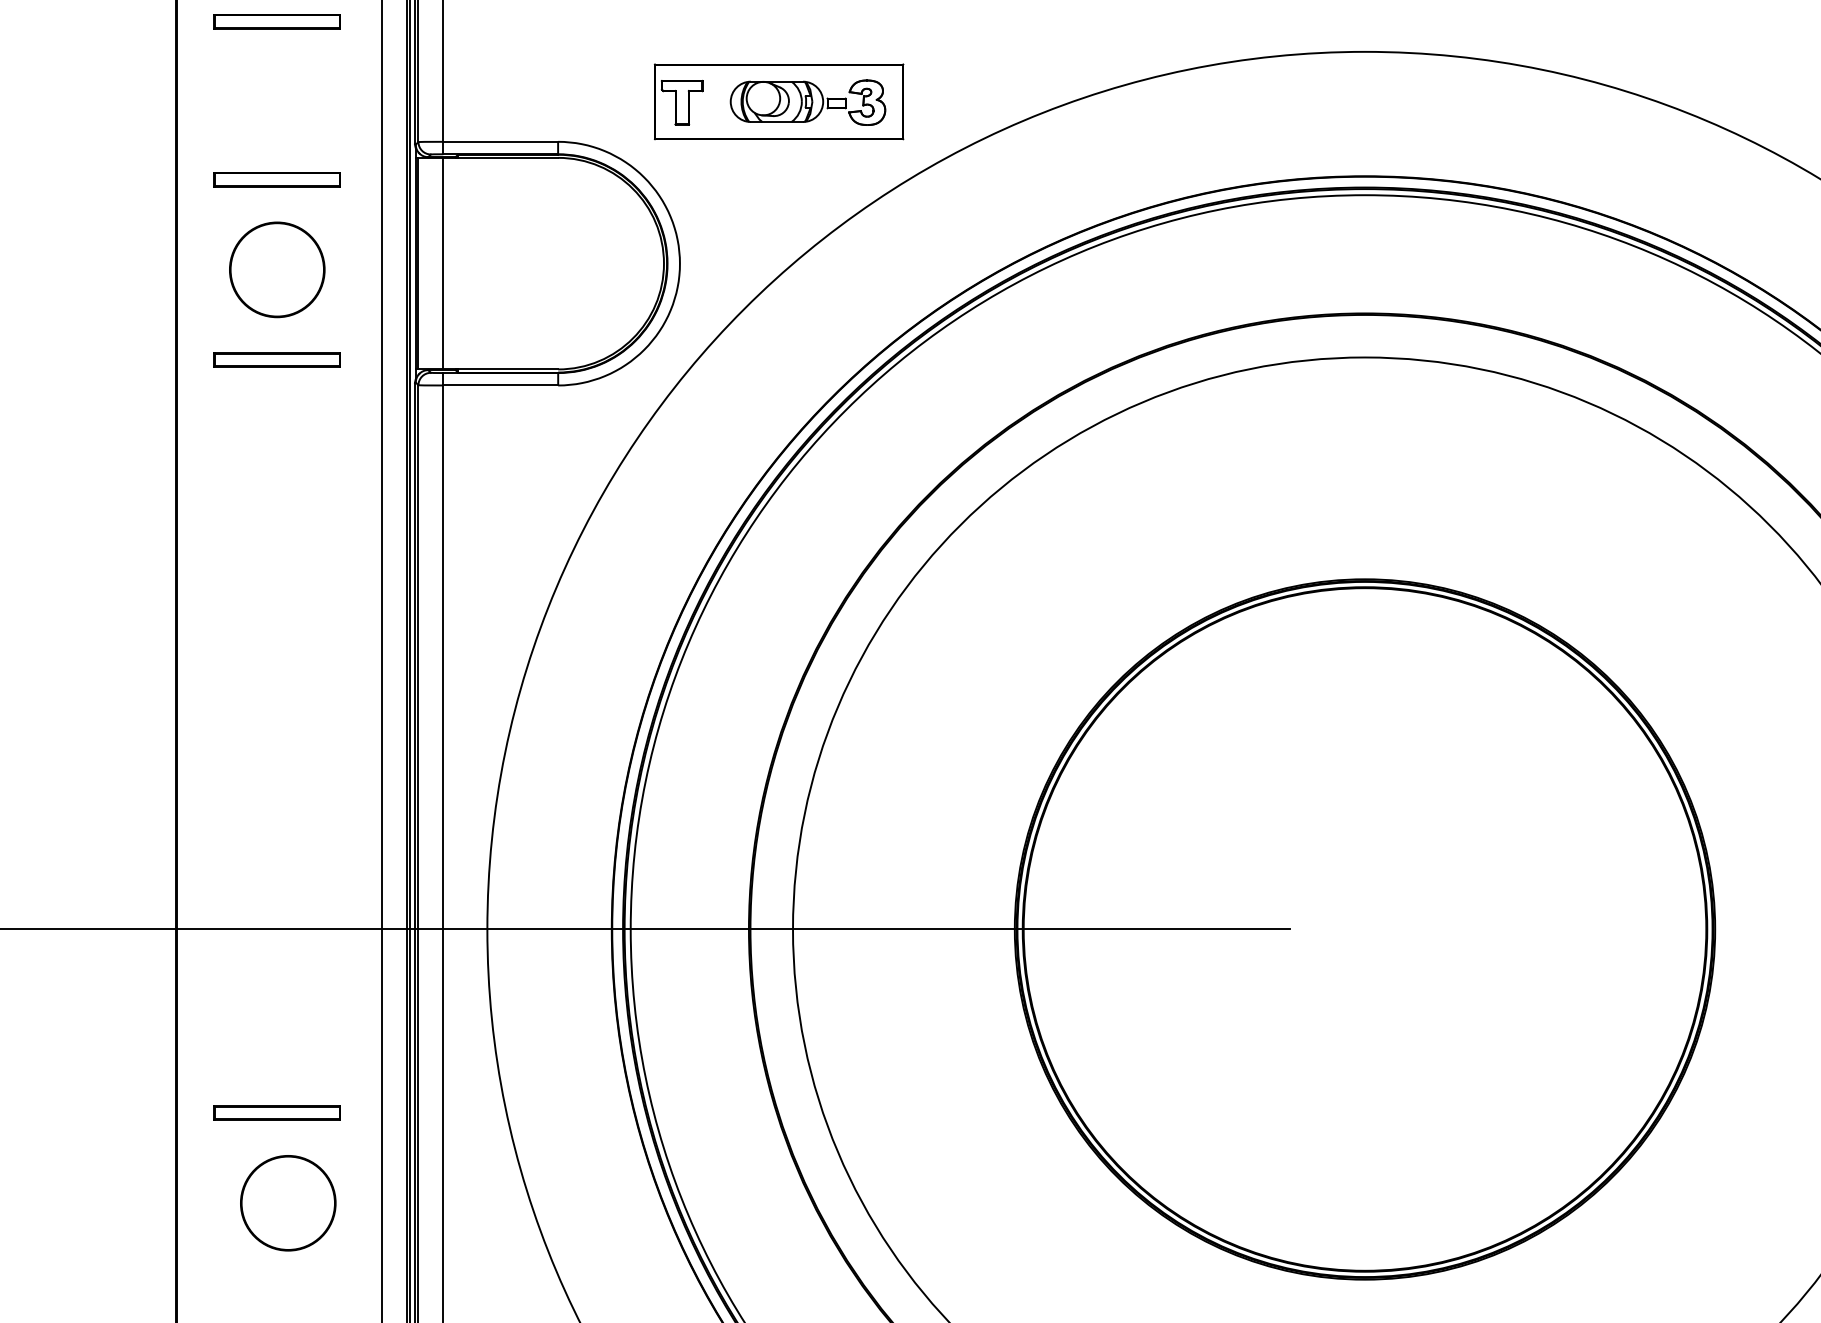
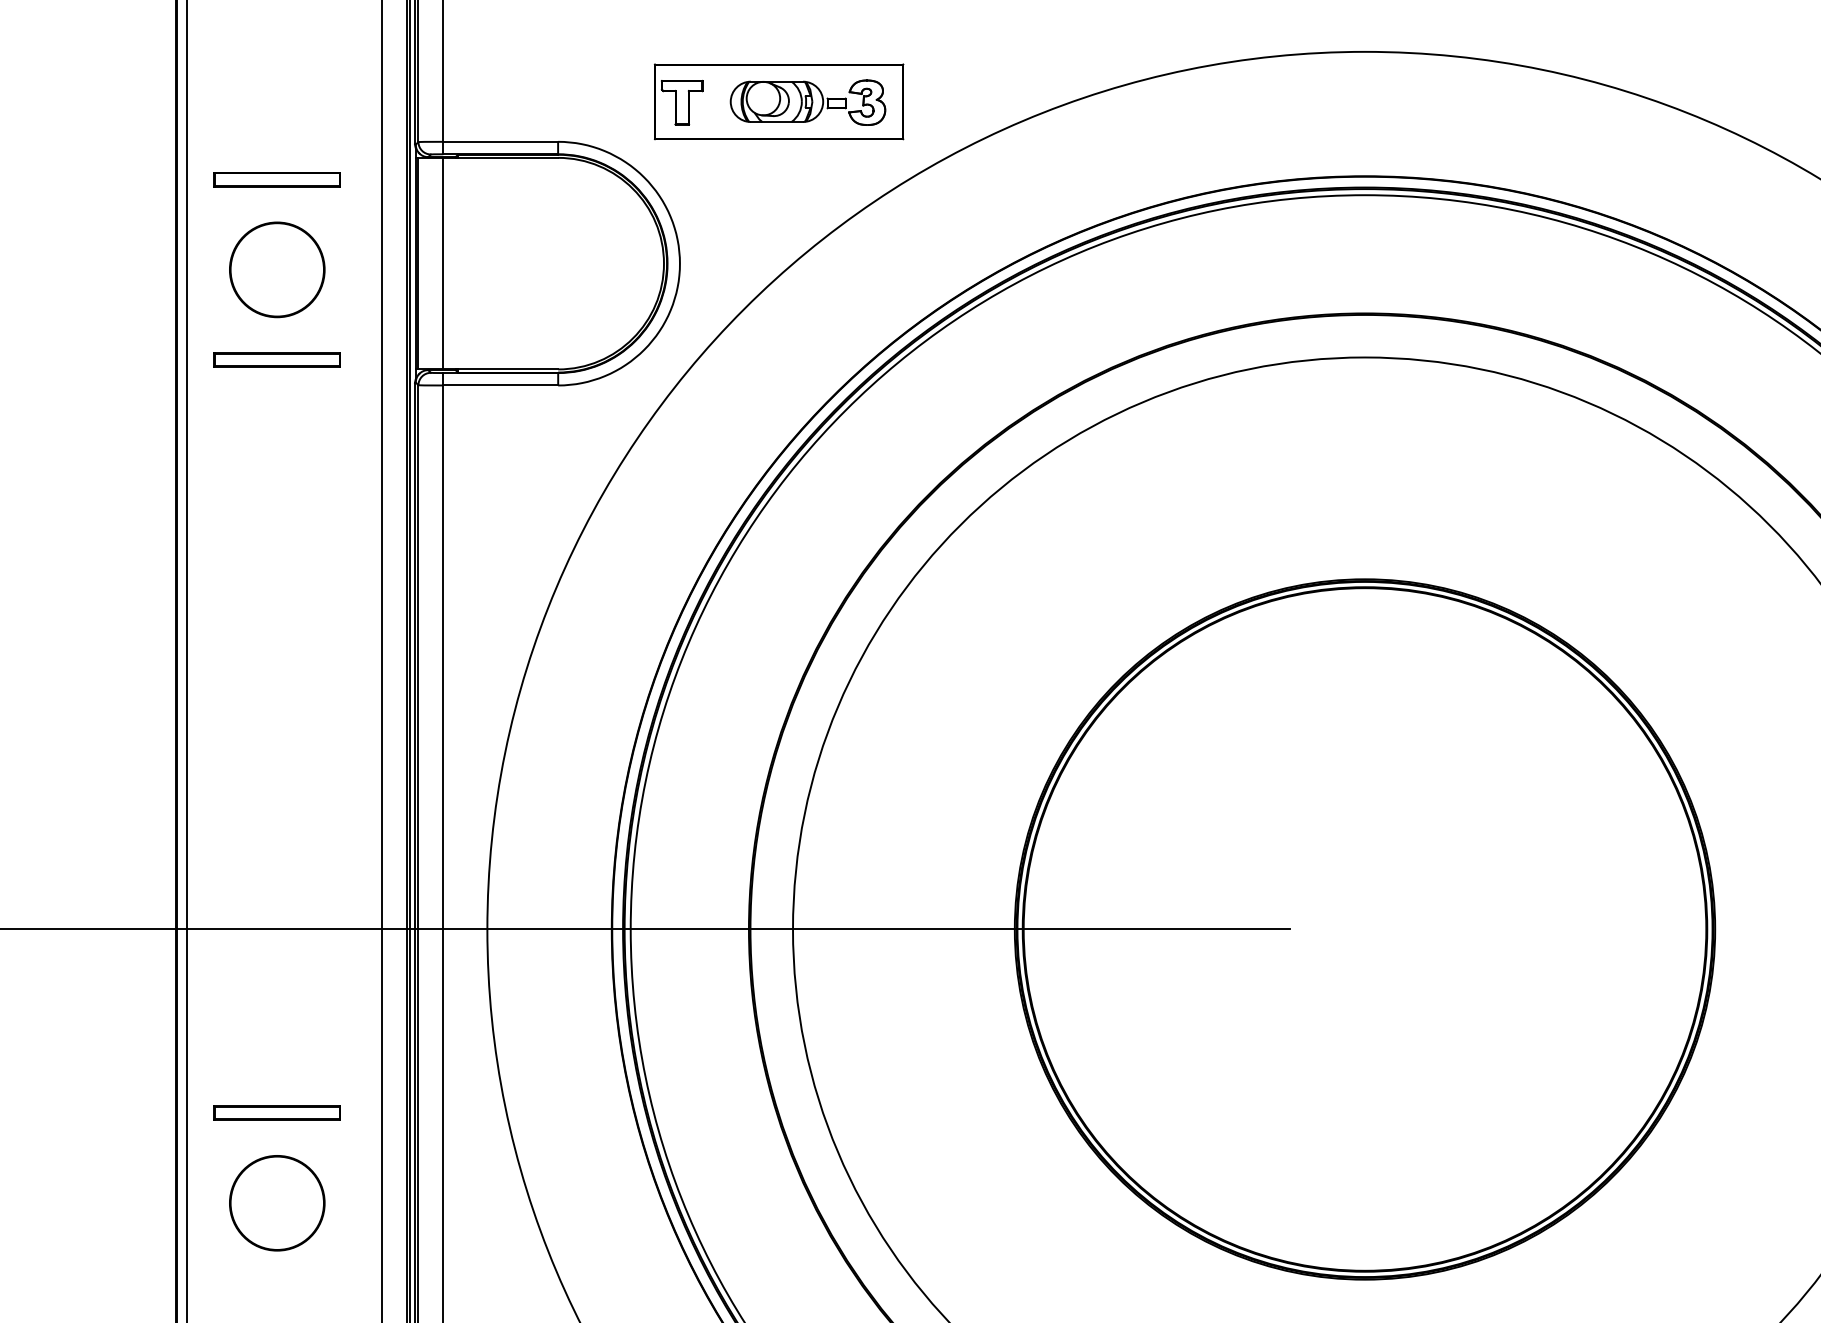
part at (276, 21): present -> none
line at (186, 660): none -> present
circle at (288, 1203) position: (288, 1203) -> (277, 1203)
